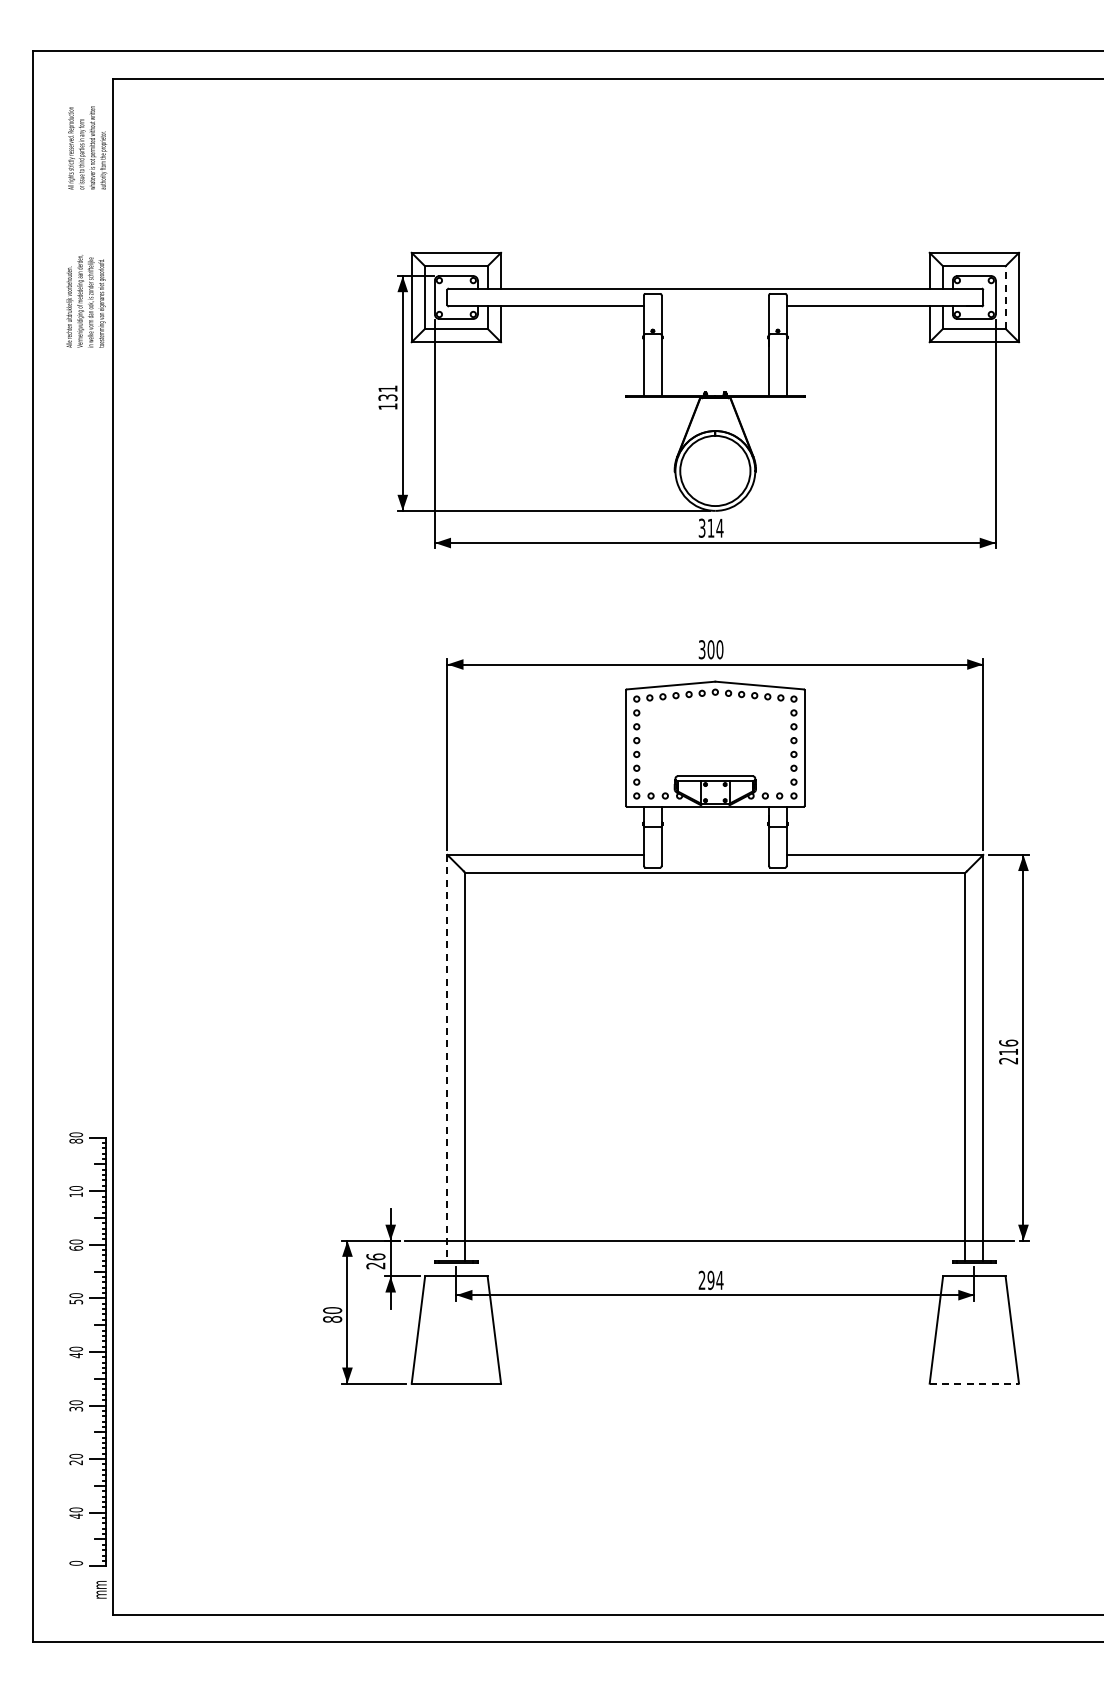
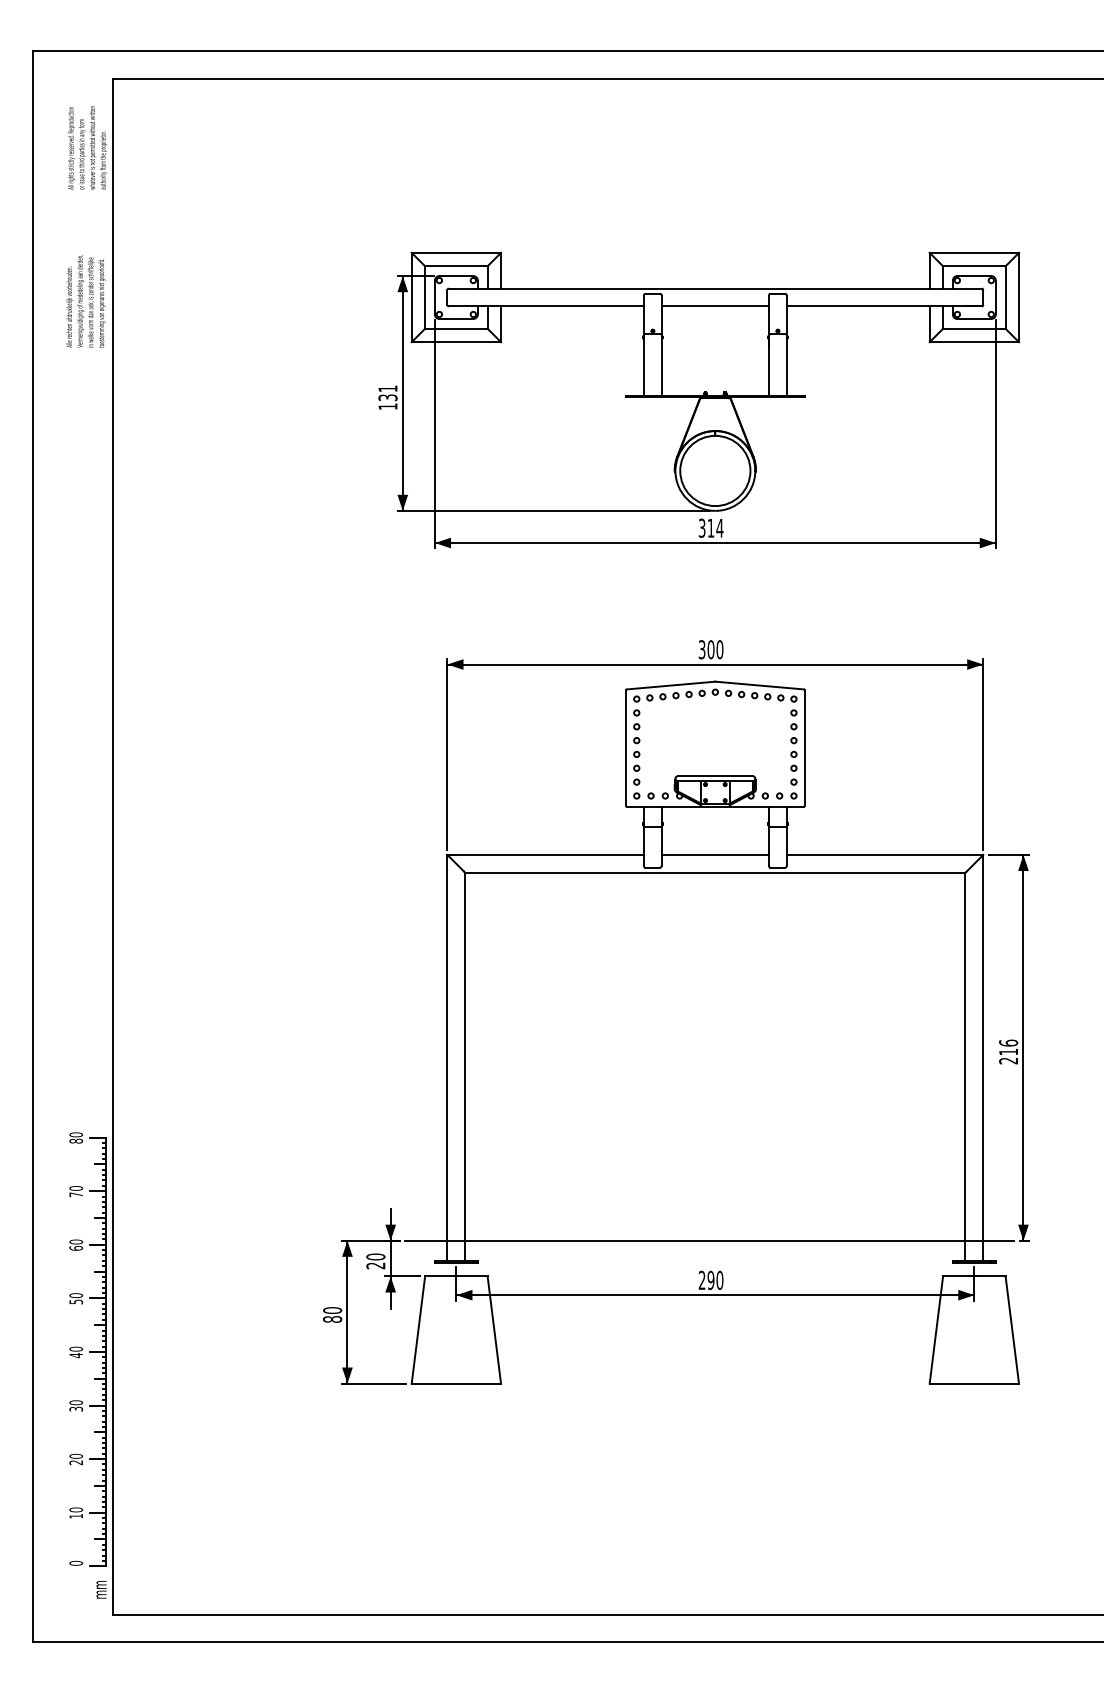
line at (1005, 297): dashed -> solid
line at (714, 306): none -> present
line at (714, 854): none -> present
line at (447, 1058): dashed -> solid
text at (75, 1194): 10 -> 70
text at (375, 1256): 26 -> 20
text at (719, 1279): 294 -> 290
line at (974, 1383): dashed -> solid
text at (75, 1515): 40 -> 10
